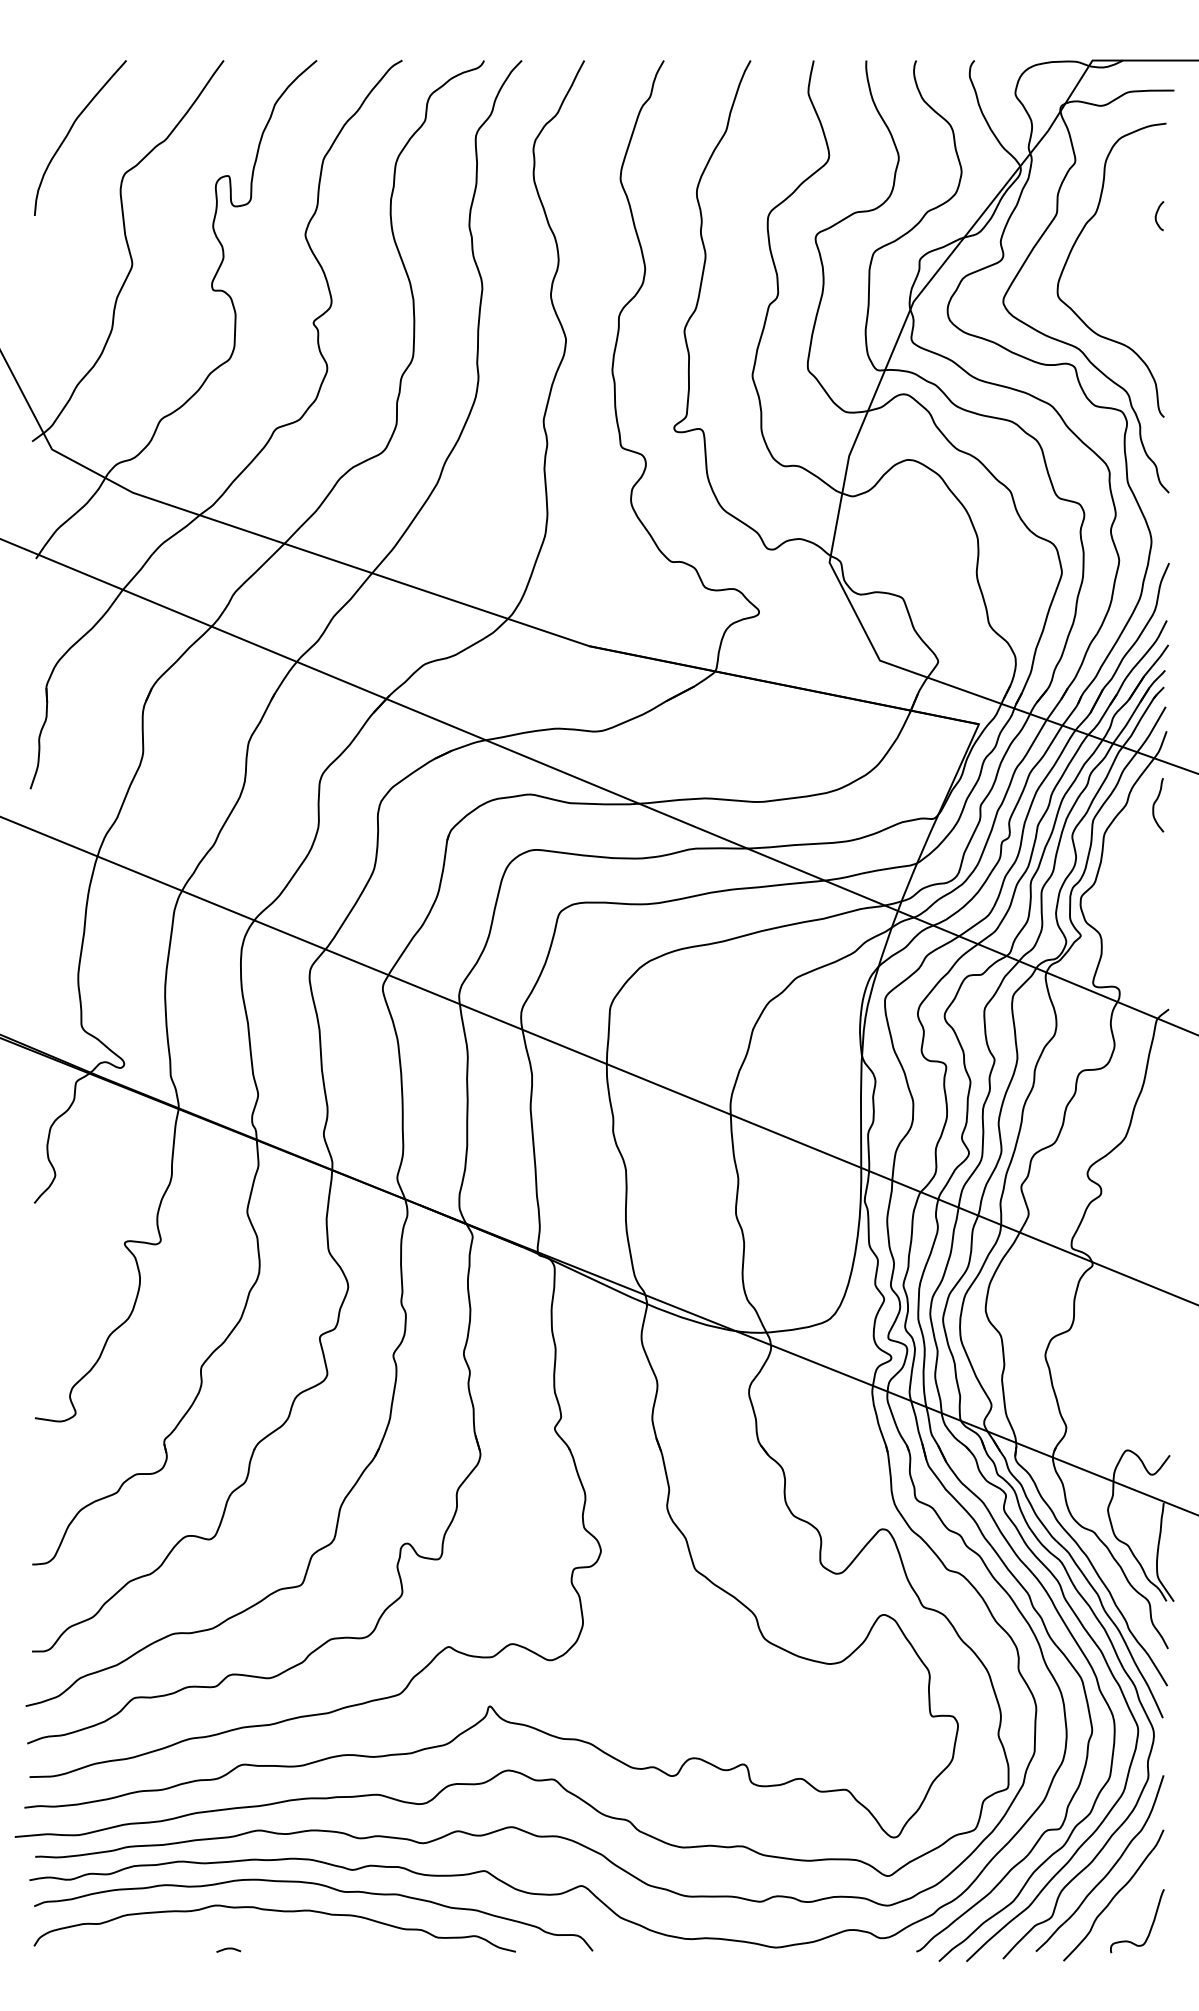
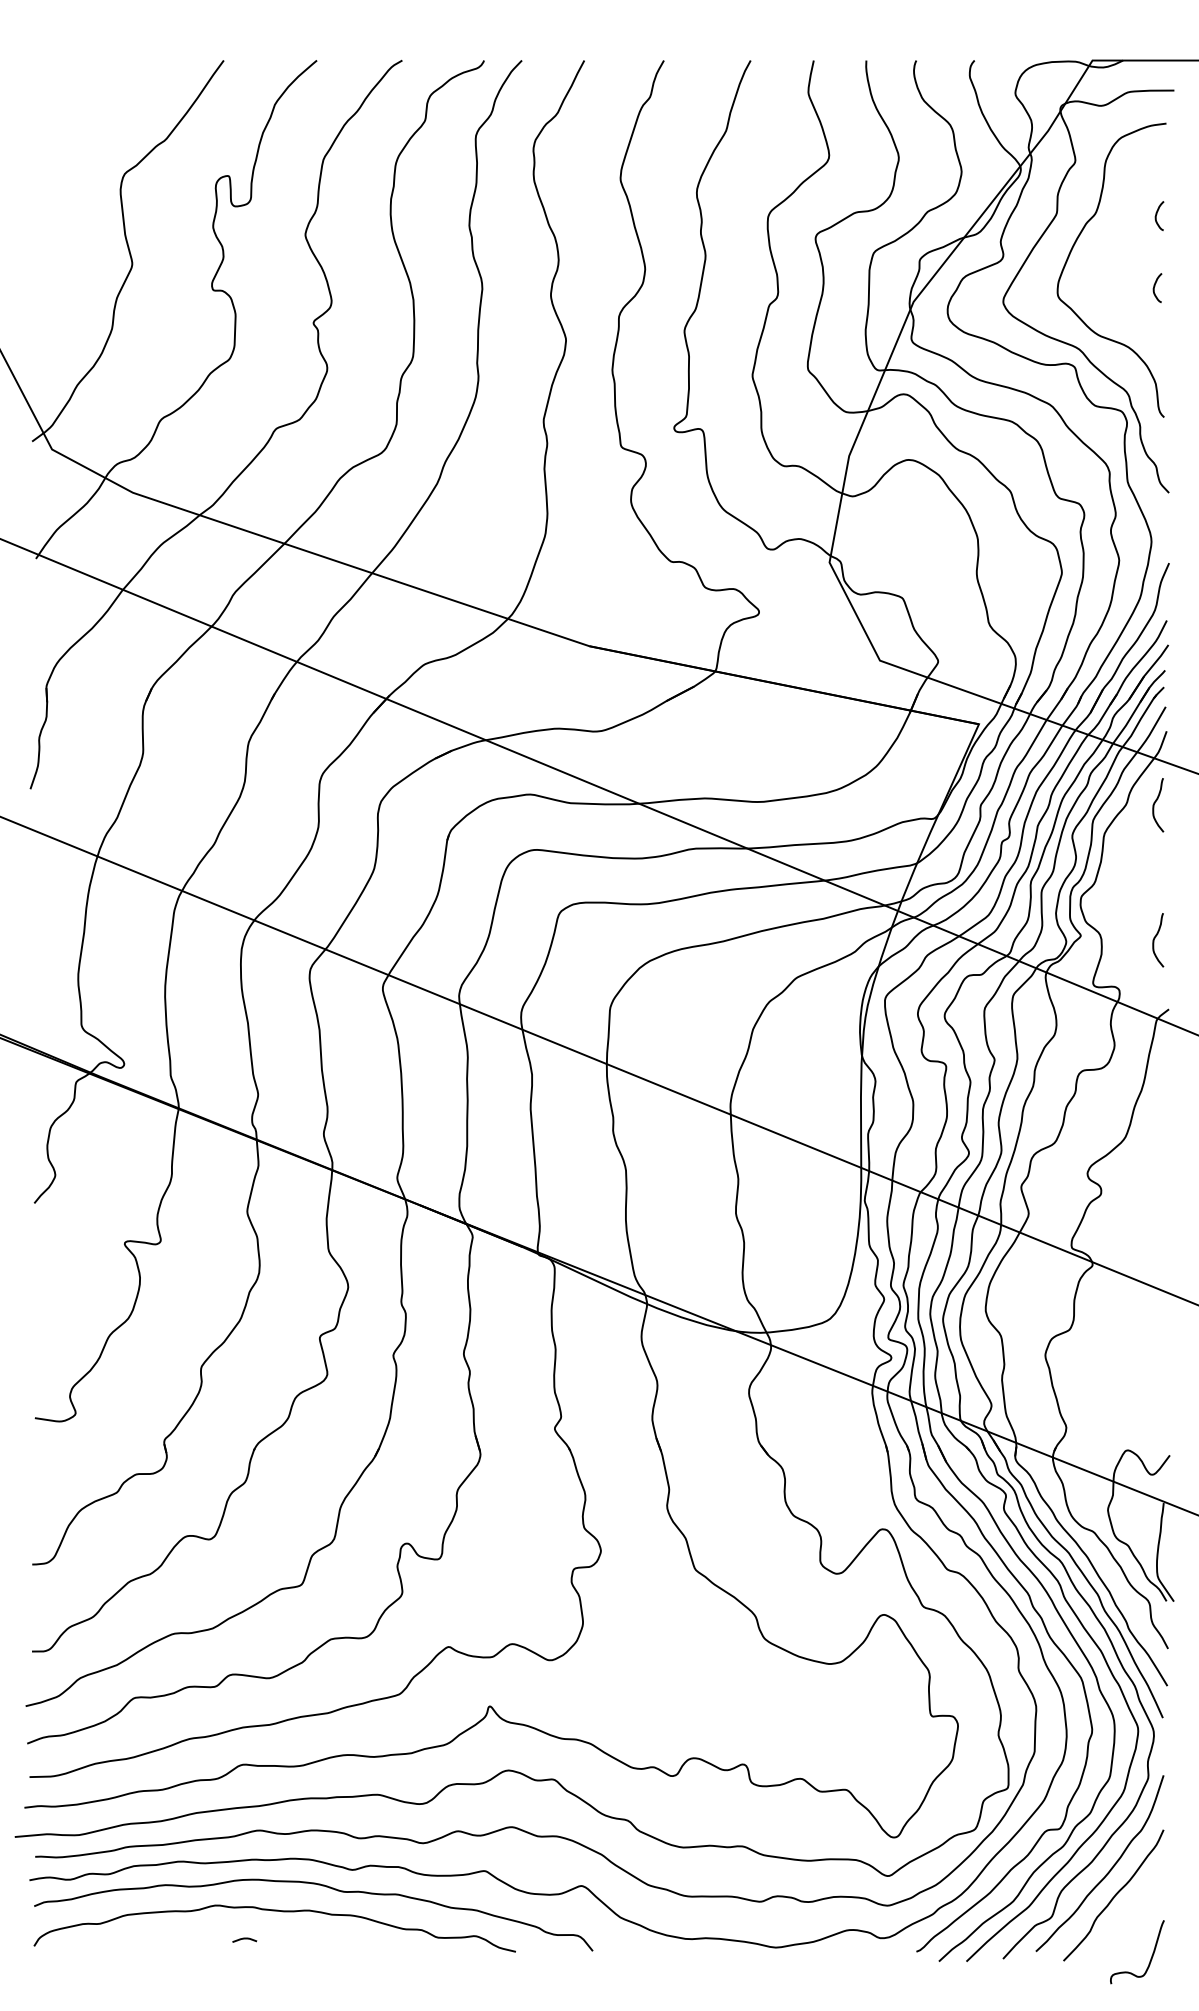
curve at (70, 131): present -> none
curve at (1155, 286): none -> present
curve at (1155, 938): none -> present
curve at (1151, 1924) position: (1151, 1924) -> (1151, 1955)
curve at (228, 1949) position: (228, 1949) -> (244, 1939)
